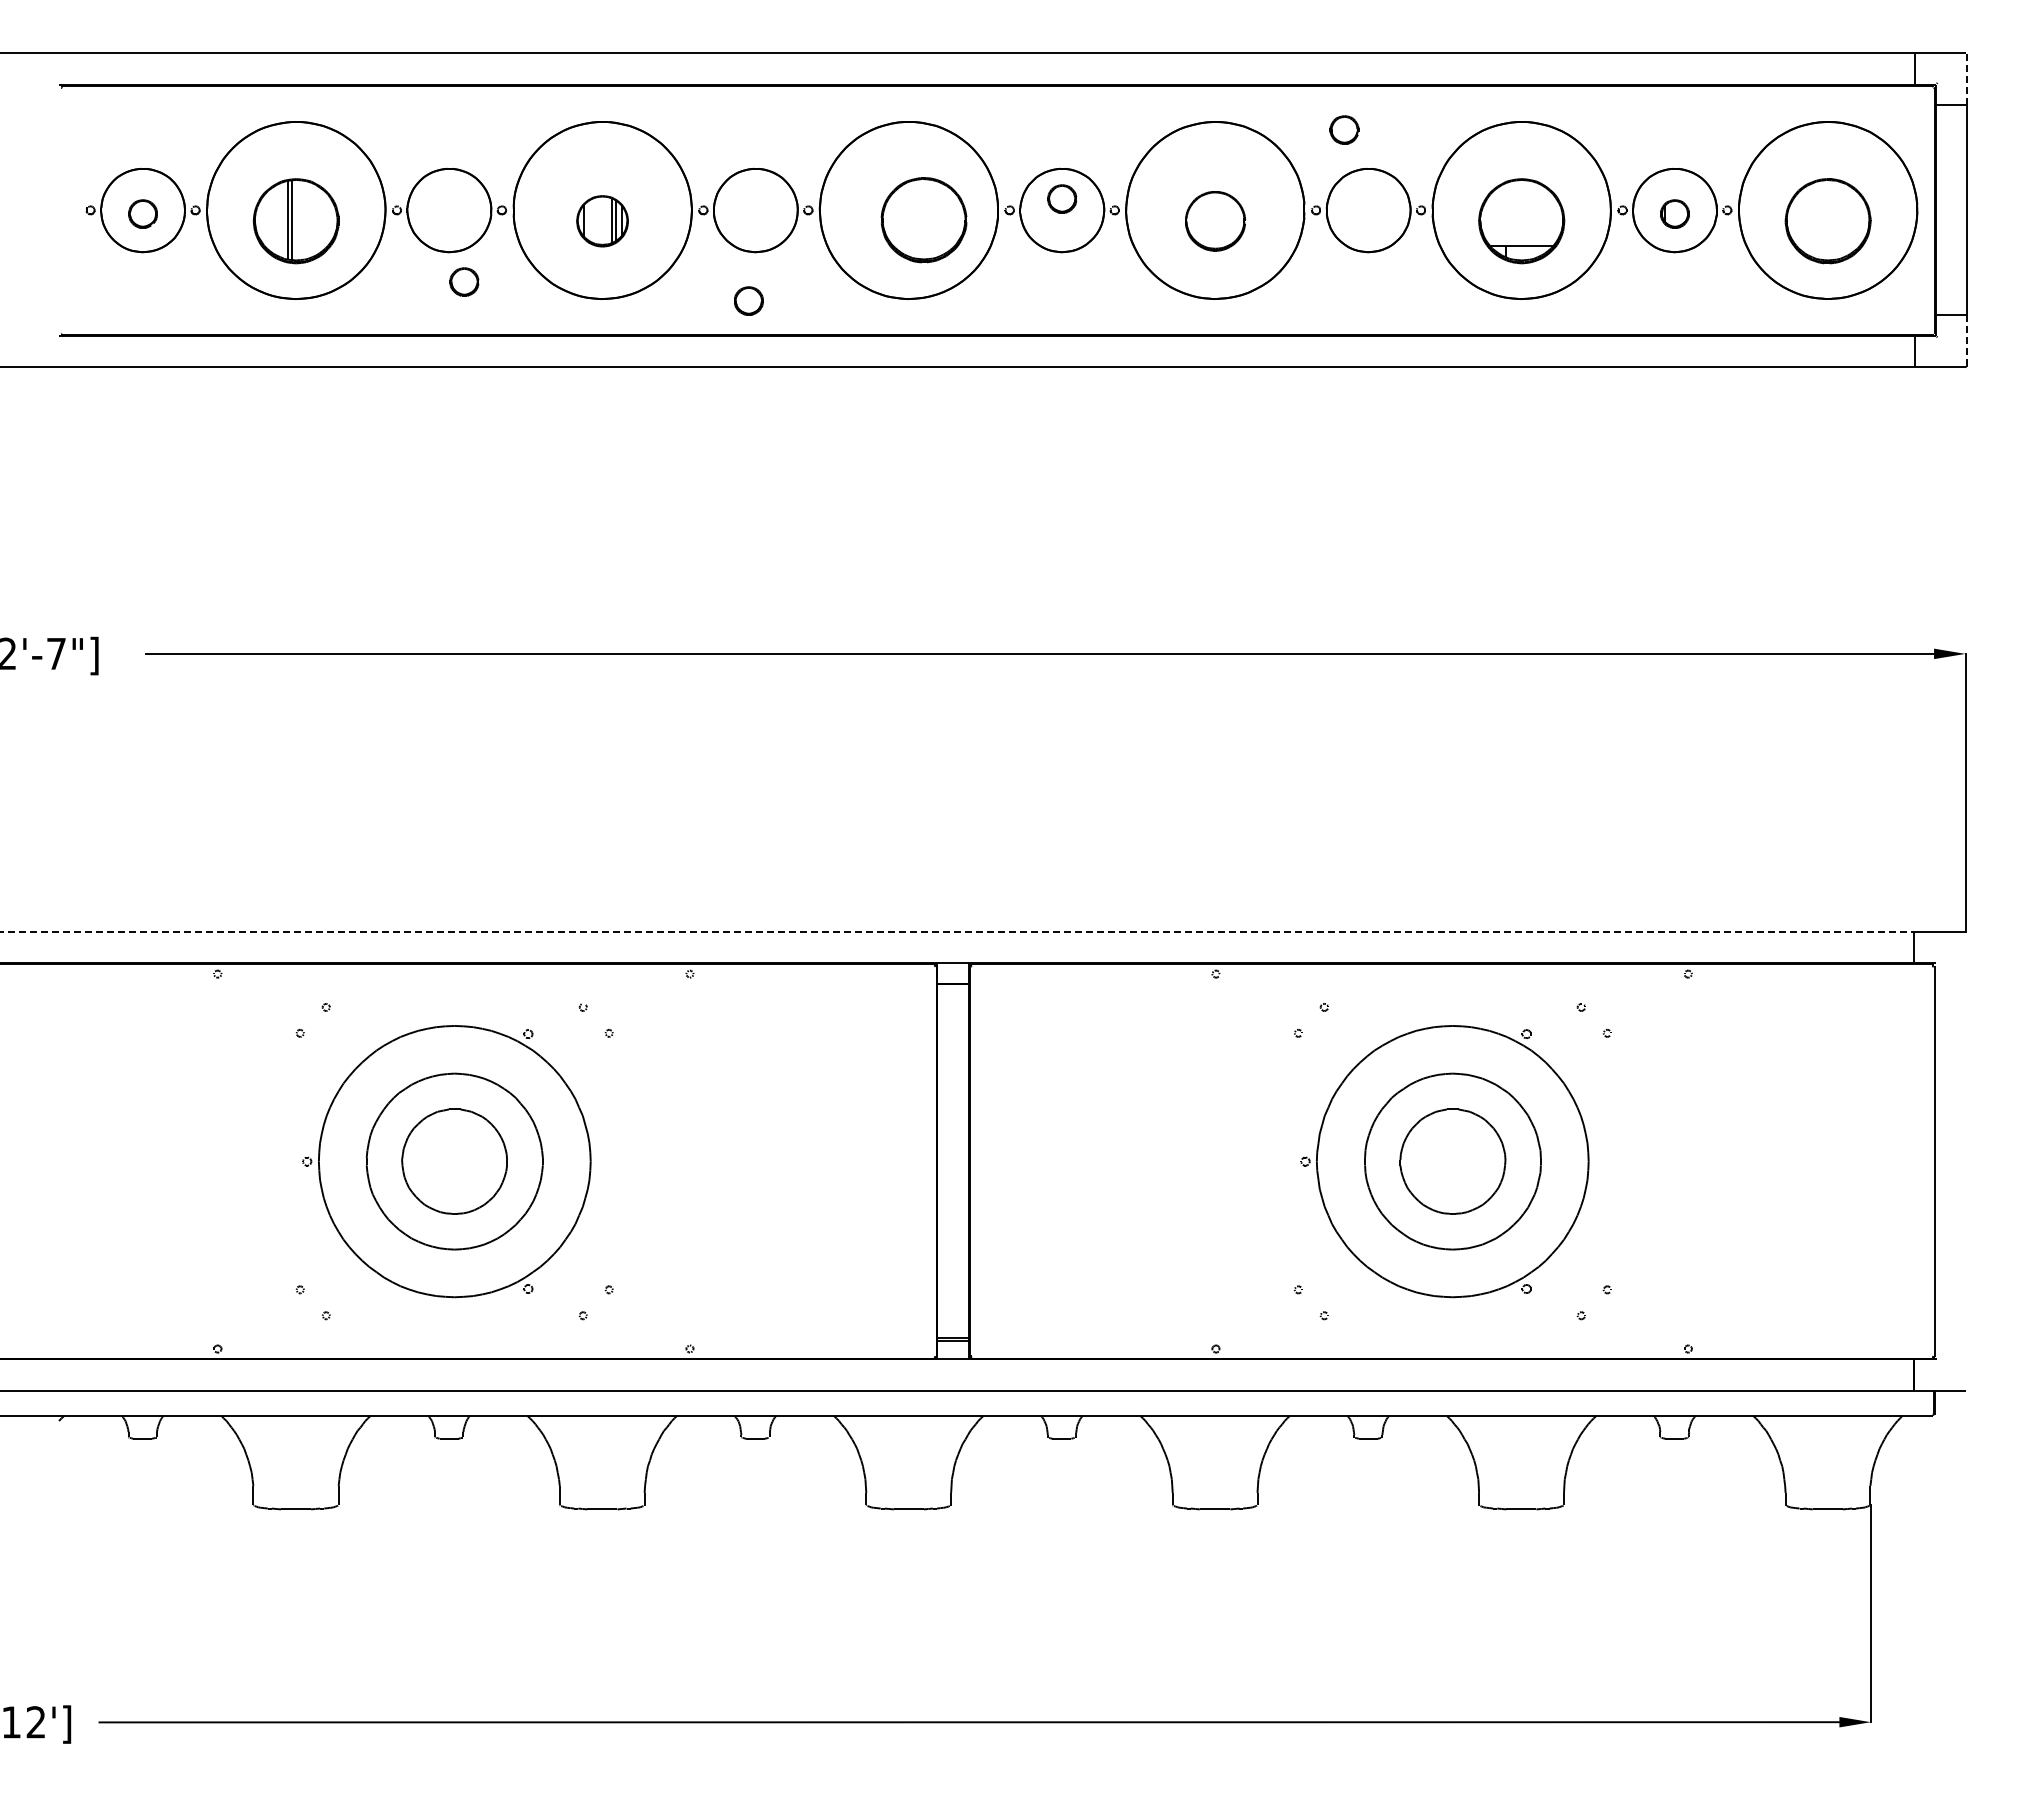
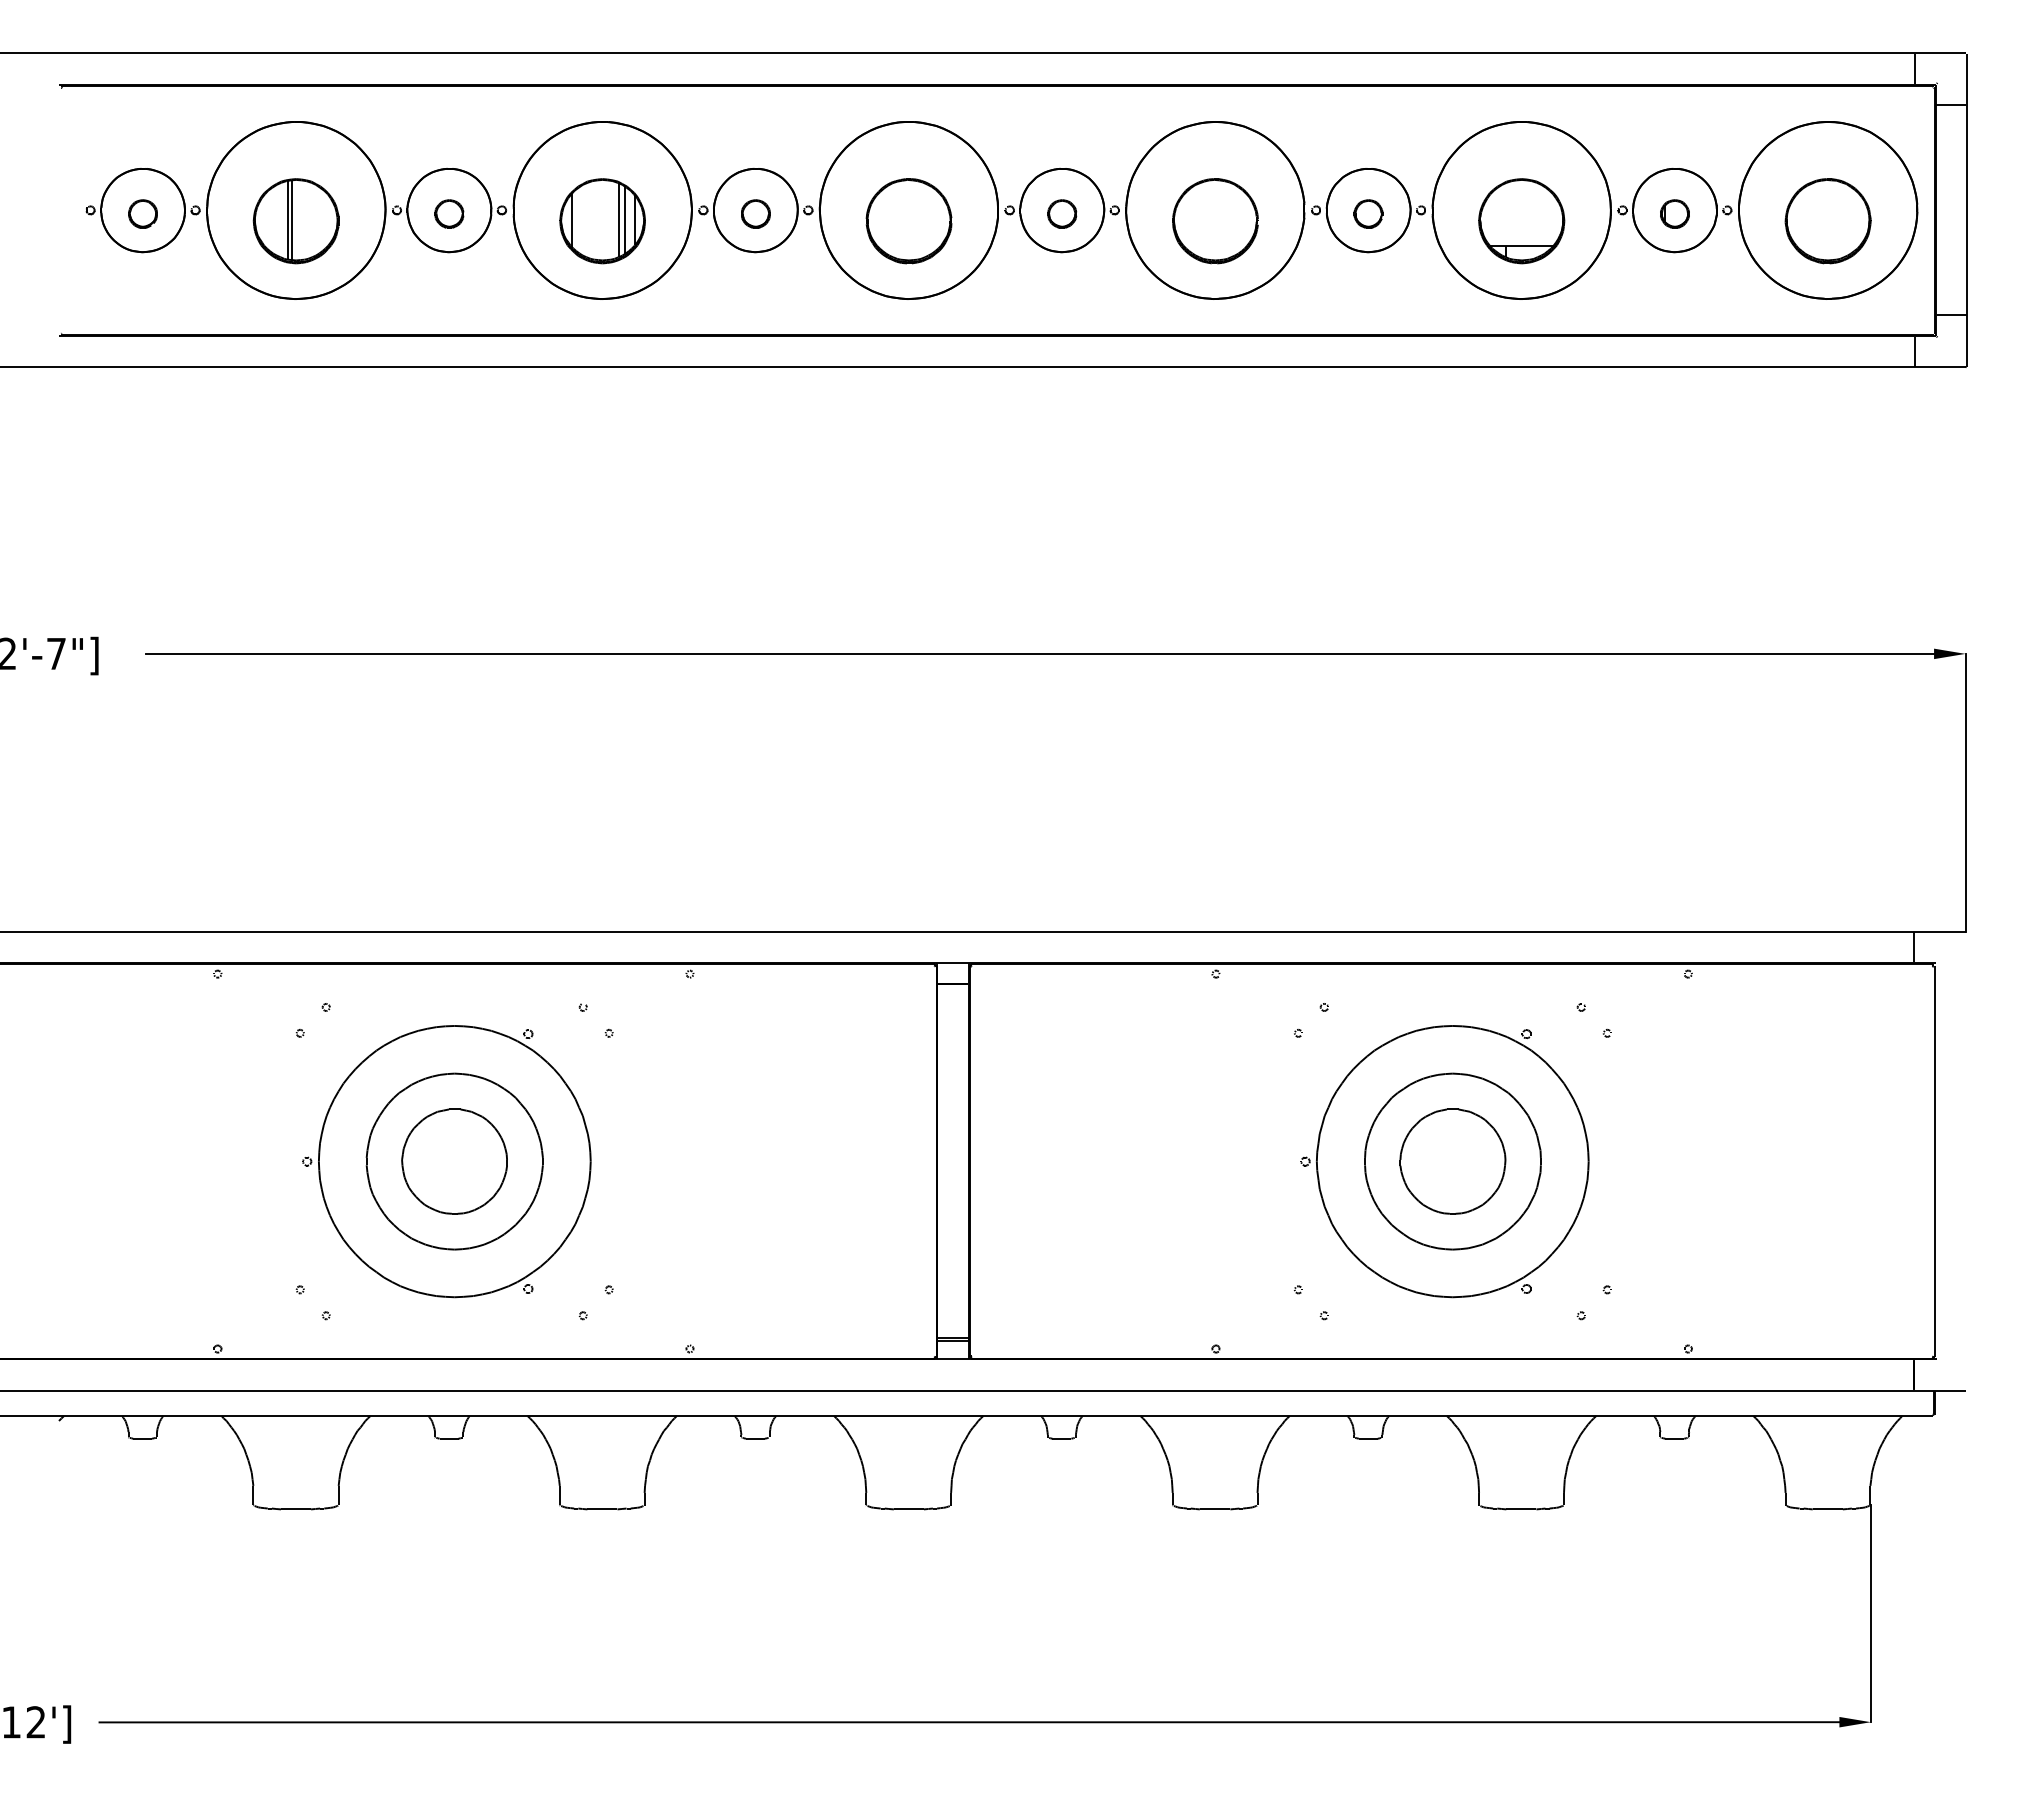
line at (1967, 79): dashed -> solid
part at (1344, 129) position: (1344, 129) -> (1368, 213)
part at (1062, 198) position: (1062, 198) -> (1062, 213)
part at (923, 220) position: (923, 220) -> (908, 221)
part at (602, 221) size: 53x53 px -> 87x87 px
part at (1215, 221) size: 62x61 px -> 87x87 px
part at (464, 281) position: (464, 281) -> (449, 213)
part at (748, 300) position: (748, 300) -> (755, 213)
line at (1967, 339): dashed -> solid
line at (957, 932): dashed -> solid
